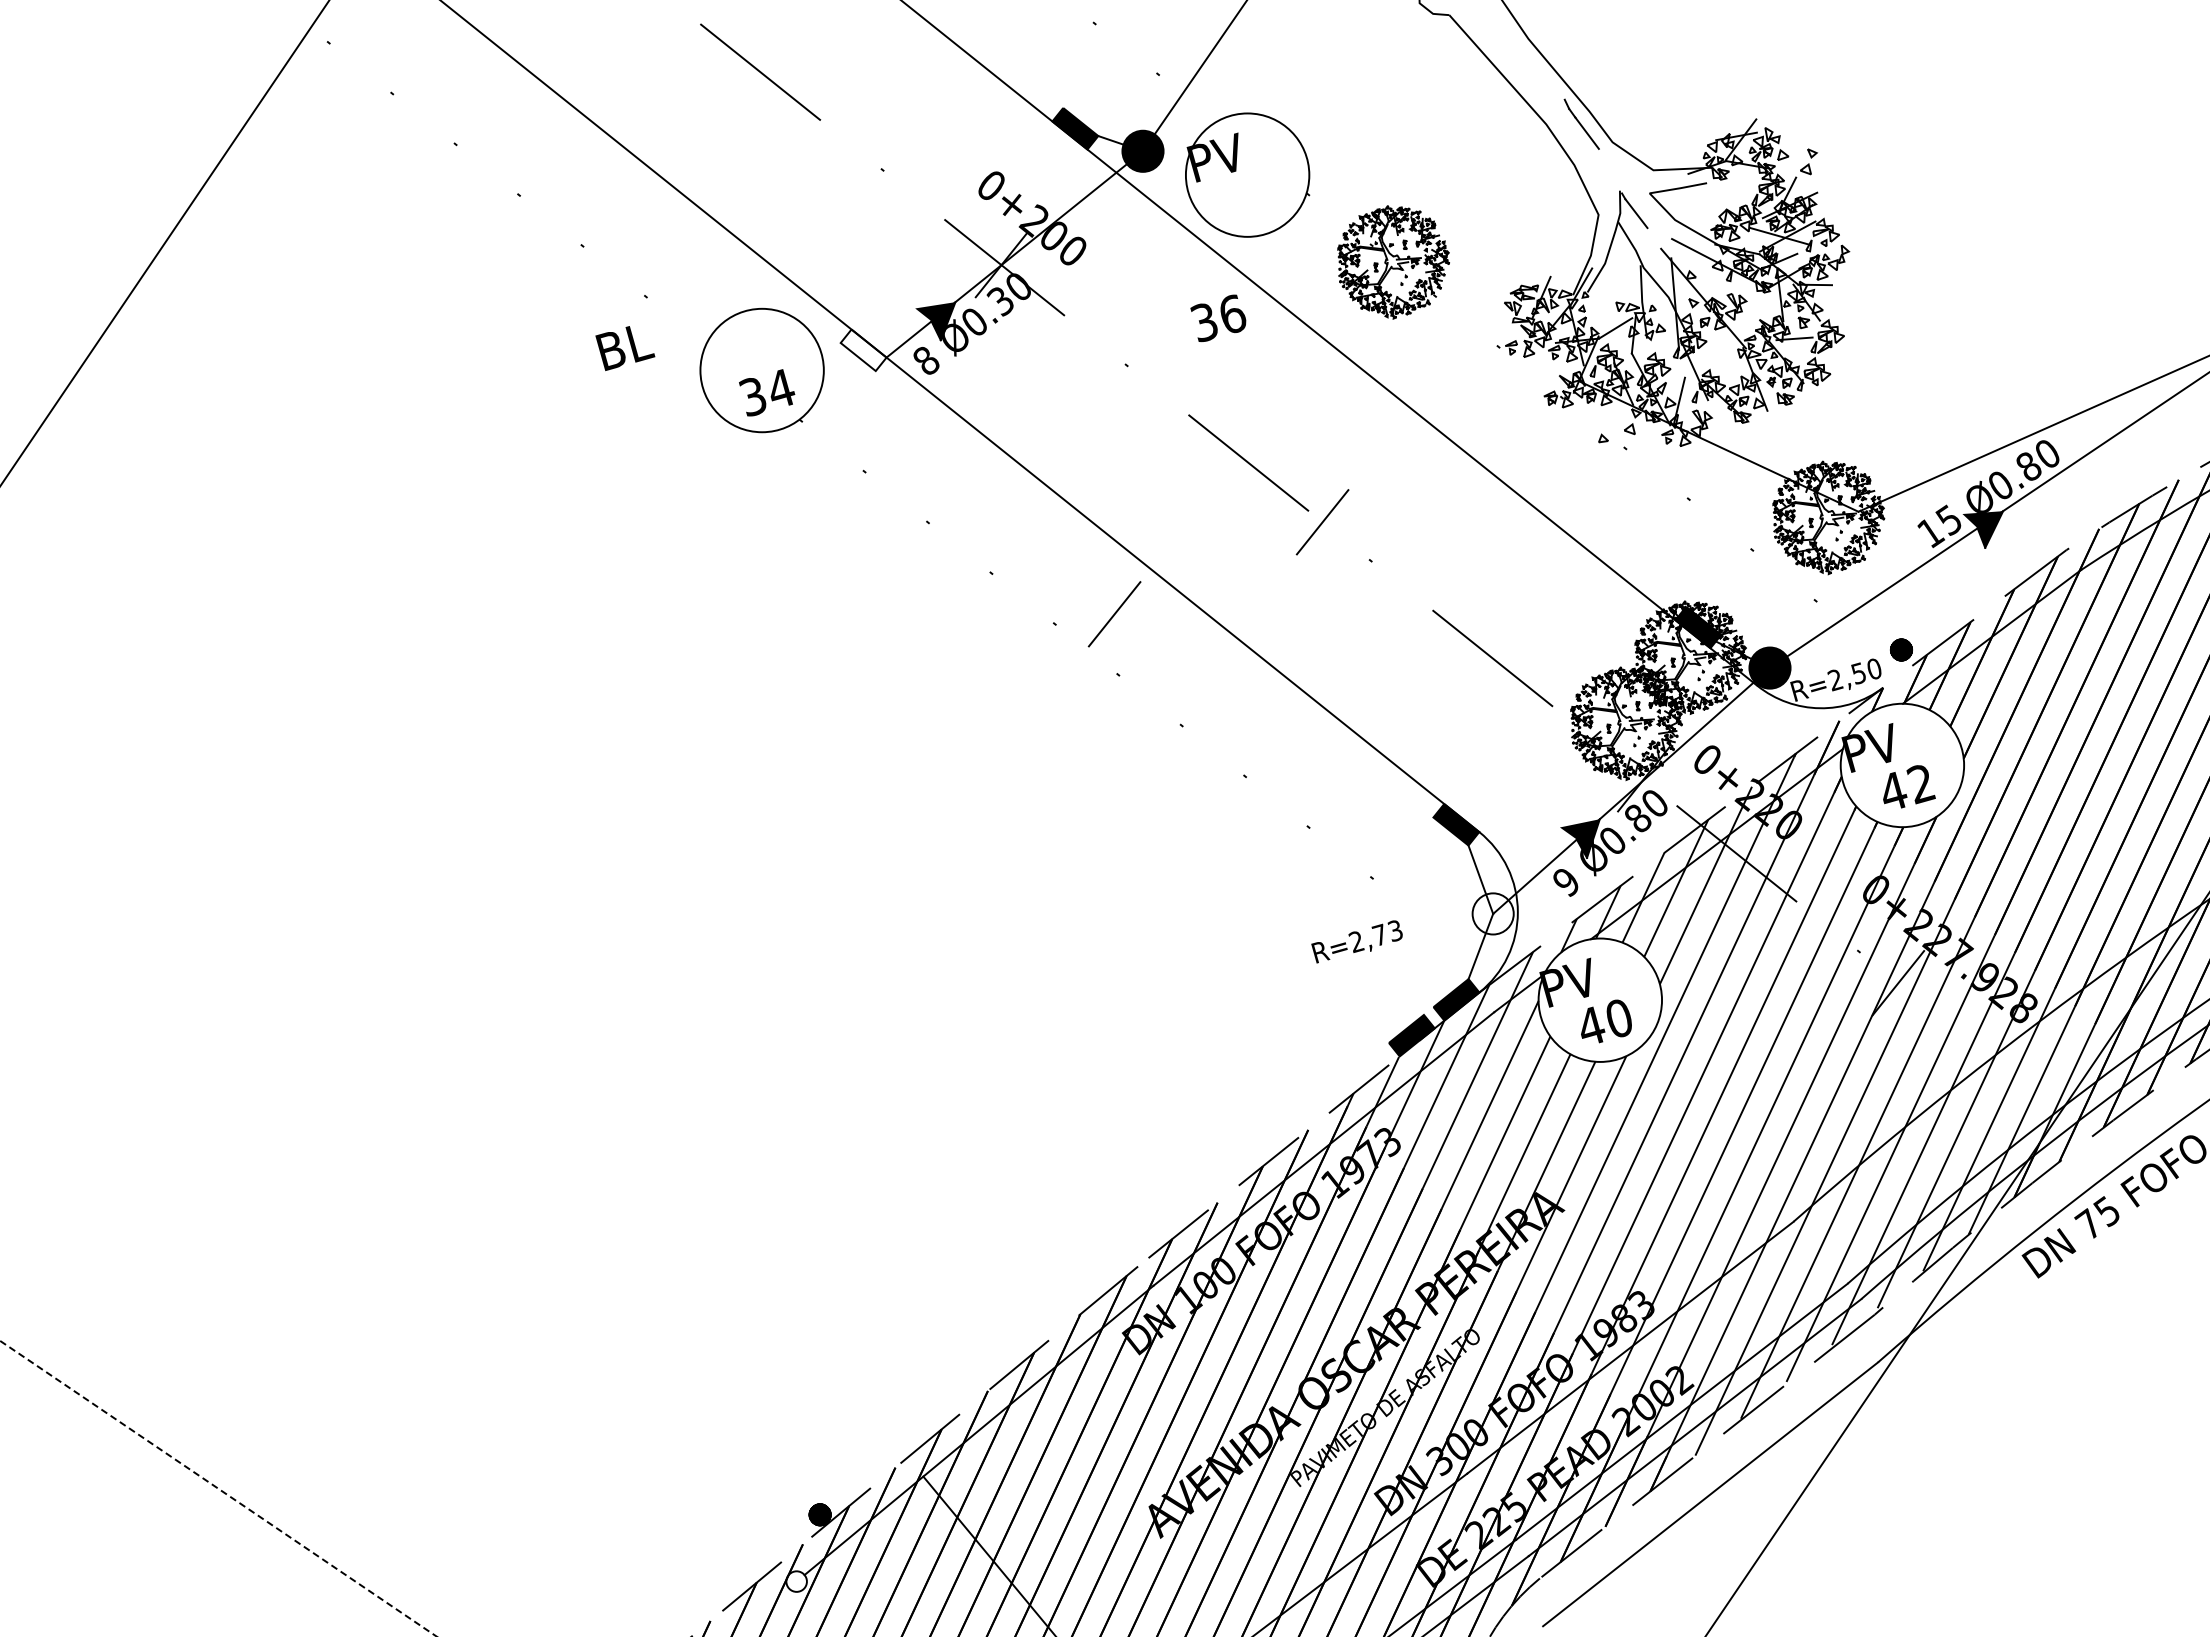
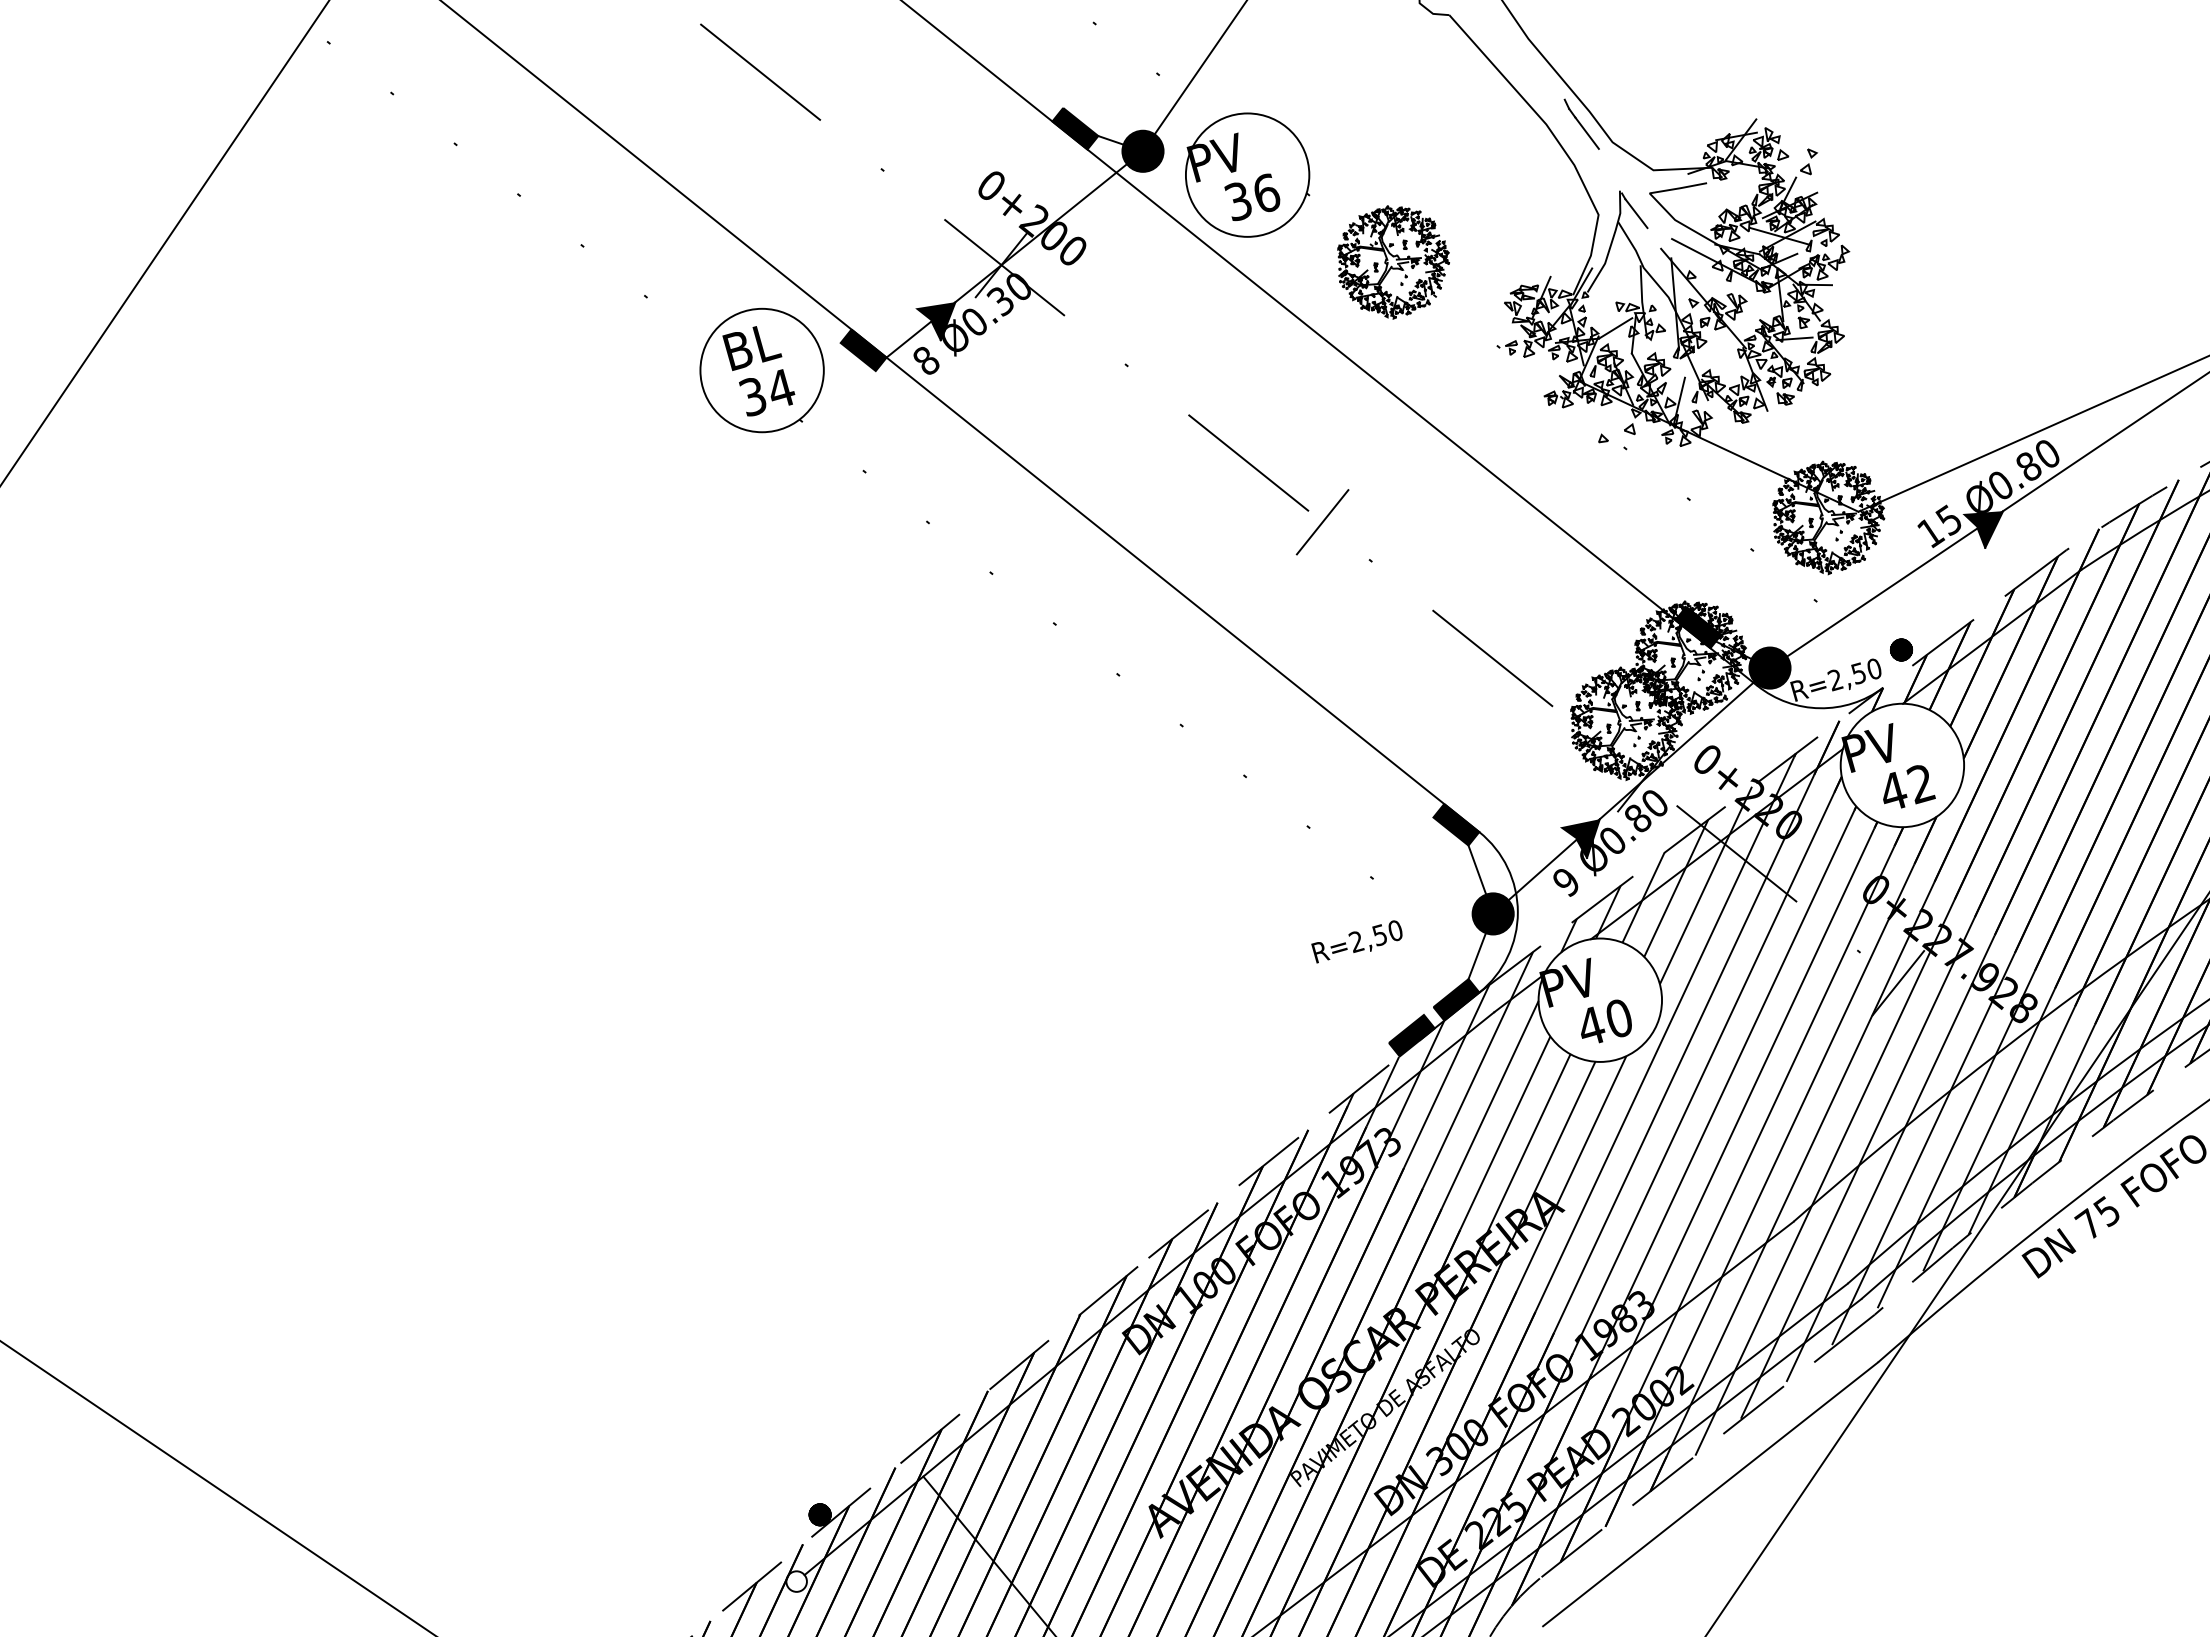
text at (1218, 318) position: (1218, 318) -> (1252, 197)
text at (625, 348) position: (625, 348) -> (752, 348)
fill at (863, 350): none -> present
line at (1114, 614): present -> none
fill at (1492, 913): none -> present
text at (1386, 933): R=2,73 -> R=2,50
line at (219, 1489): dashed -> solid
